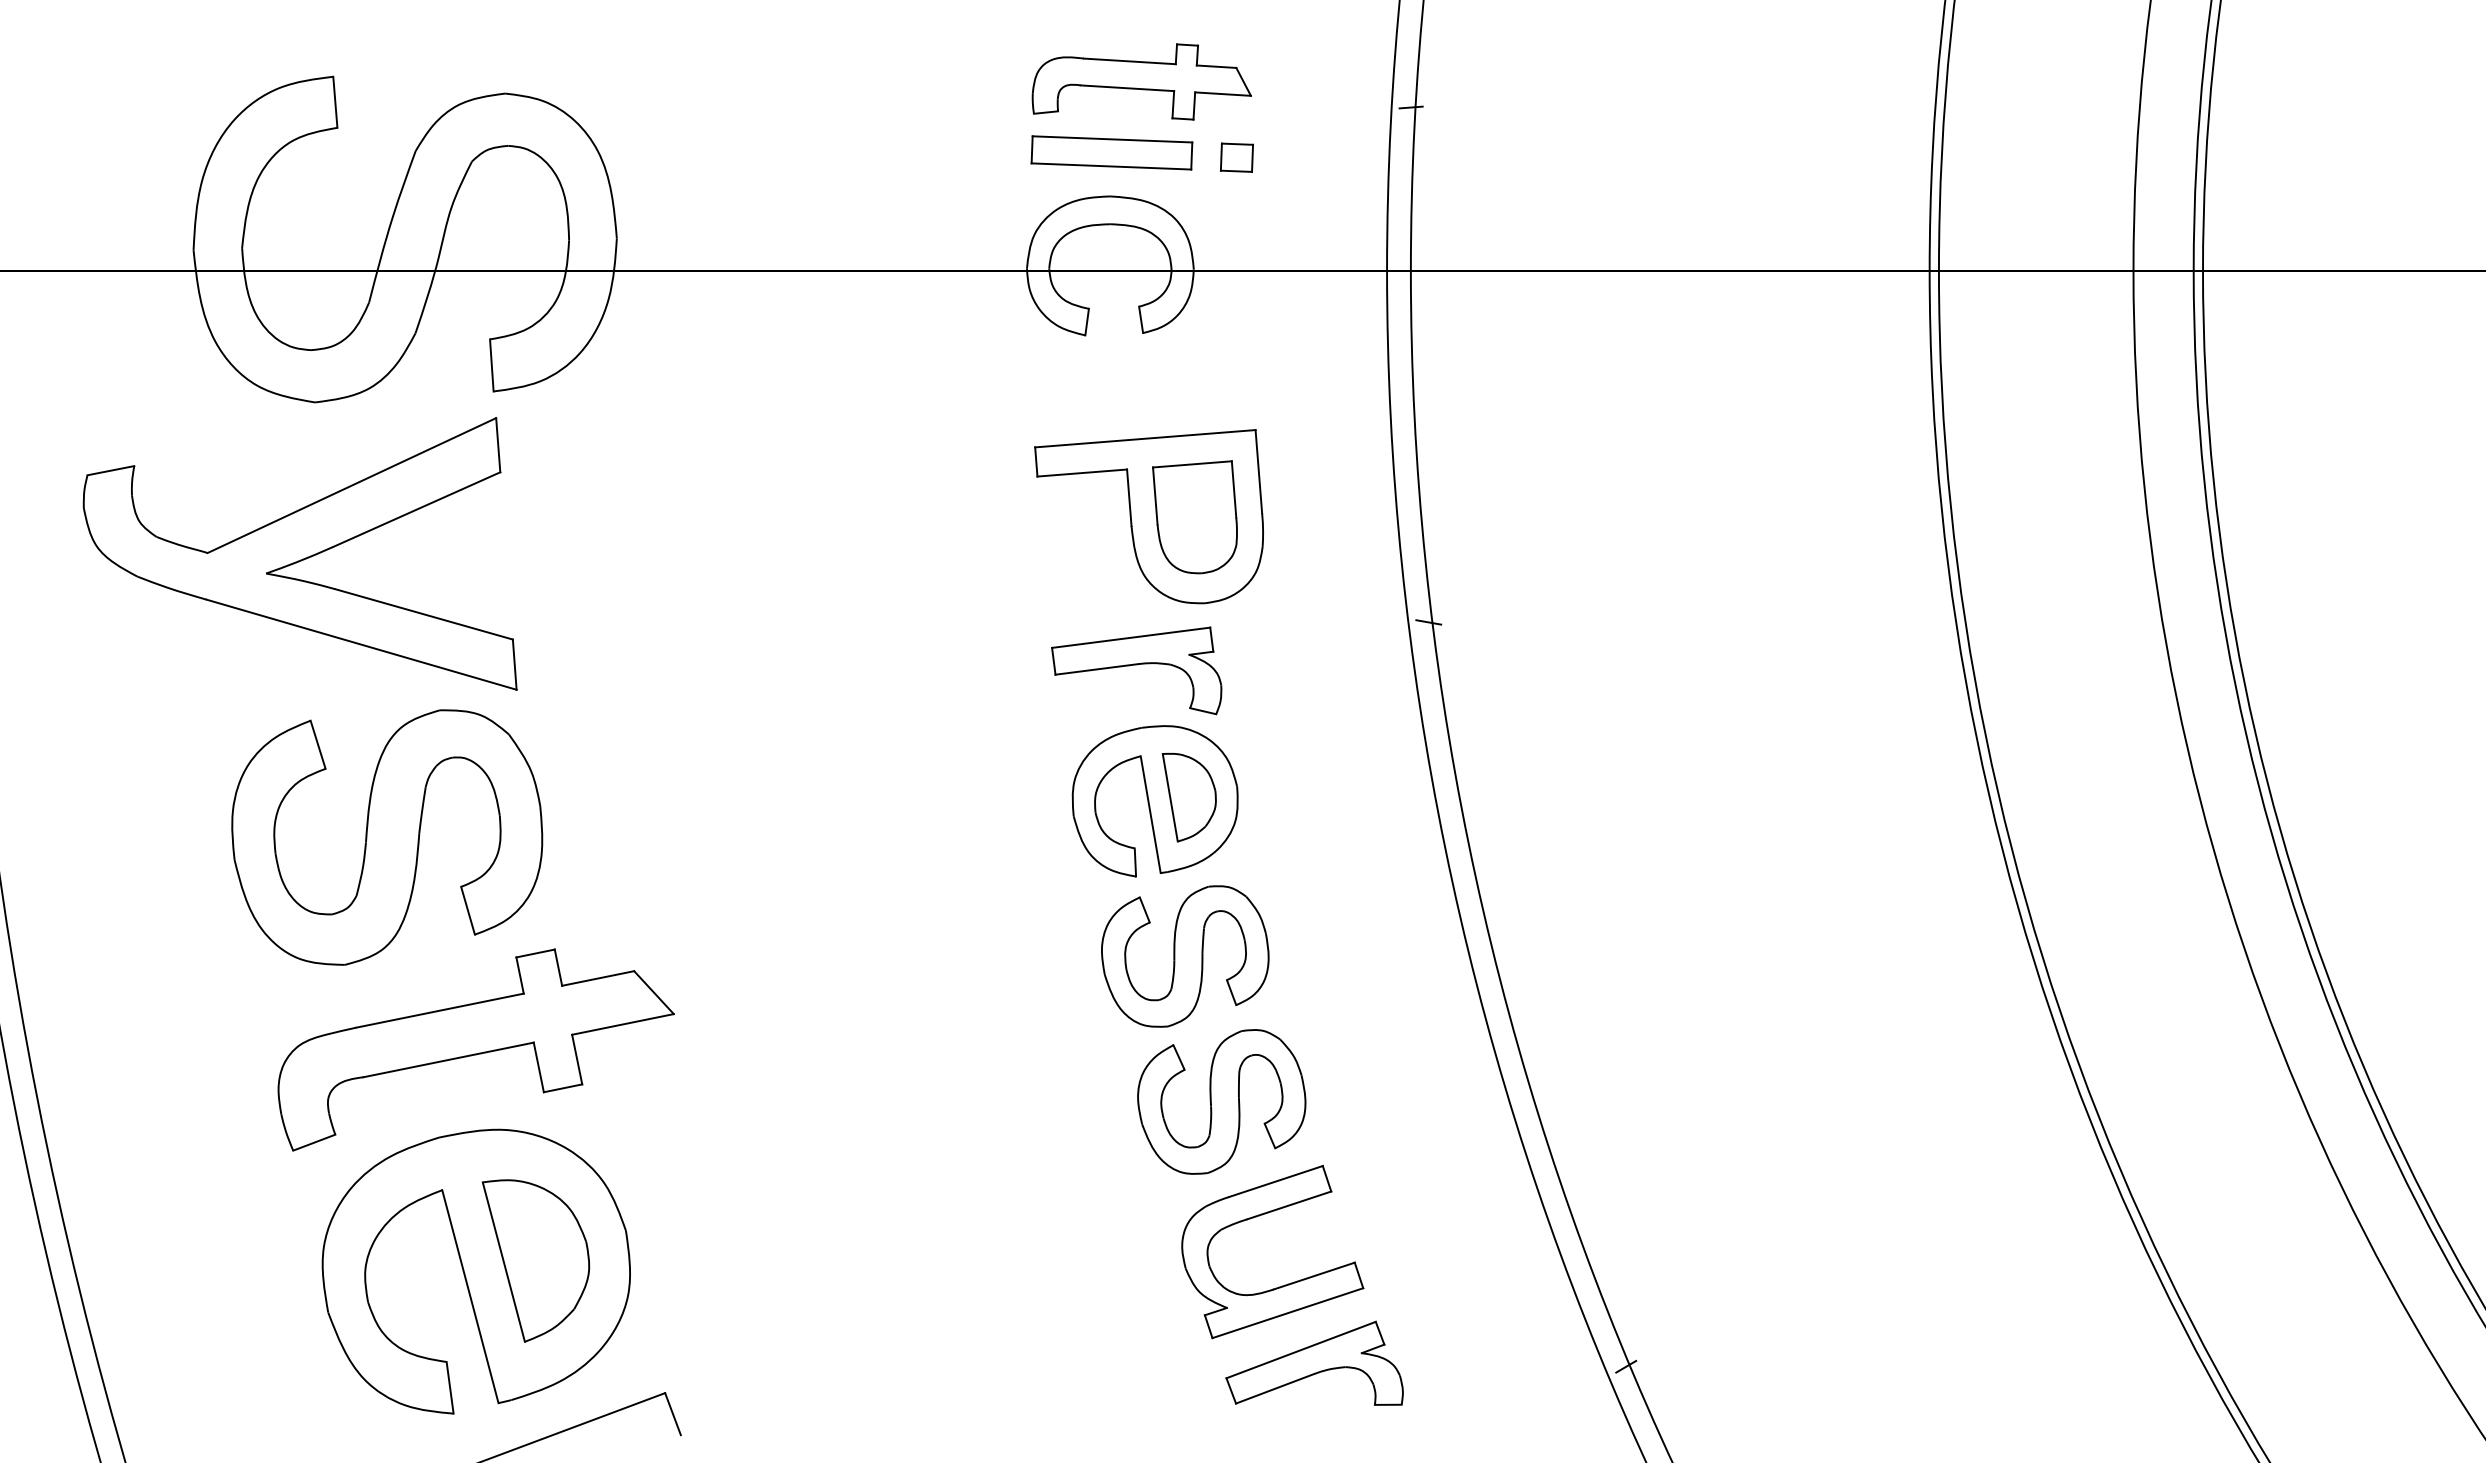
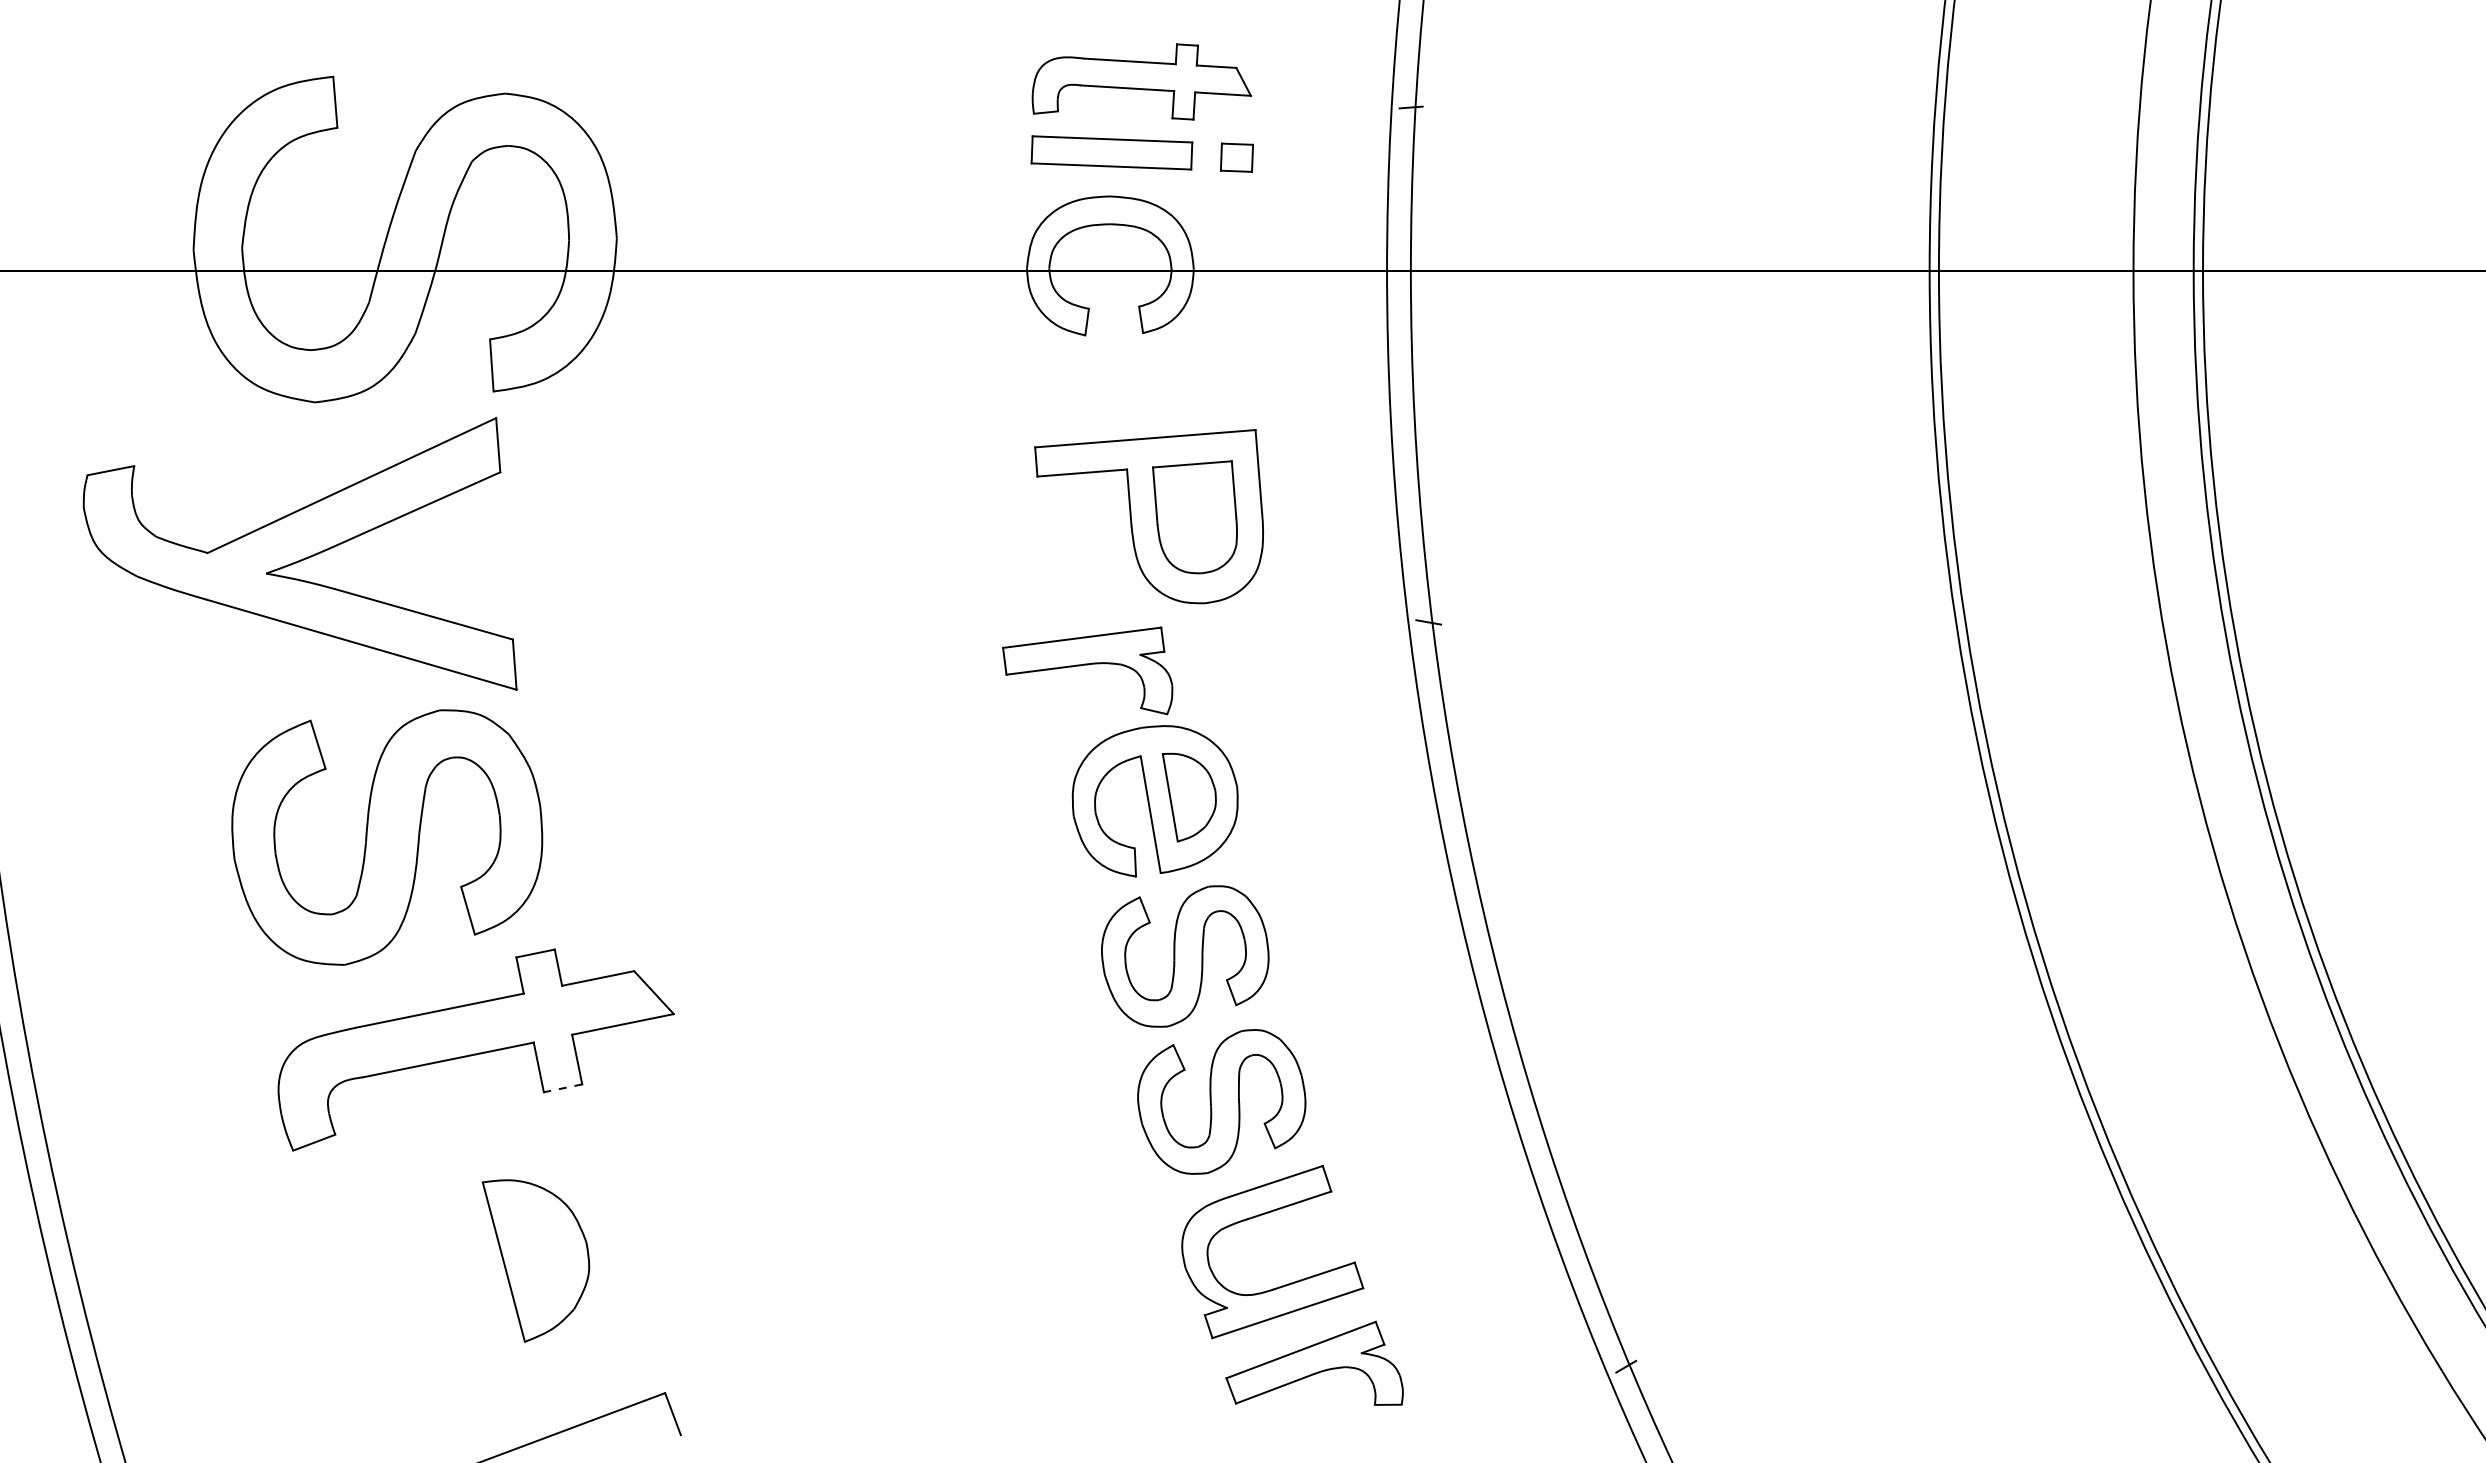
part at (1136, 670) position: (1136, 670) -> (1087, 670)
line at (563, 1088): solid -> dashed
part at (475, 1271): present -> none
